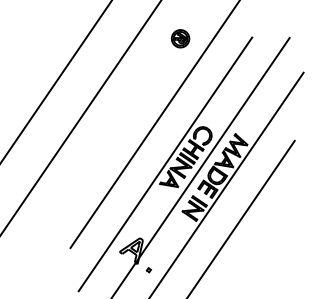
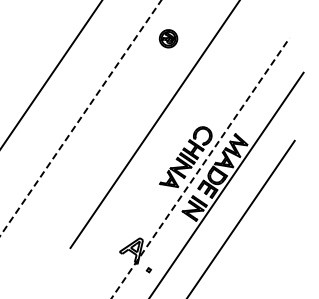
part at (180, 38) position: (180, 38) -> (168, 38)
line at (56, 81) position: (56, 81) -> (51, 74)
line at (80, 118): solid -> dashed
line at (165, 164): present -> none
line at (200, 168): solid -> dashed
